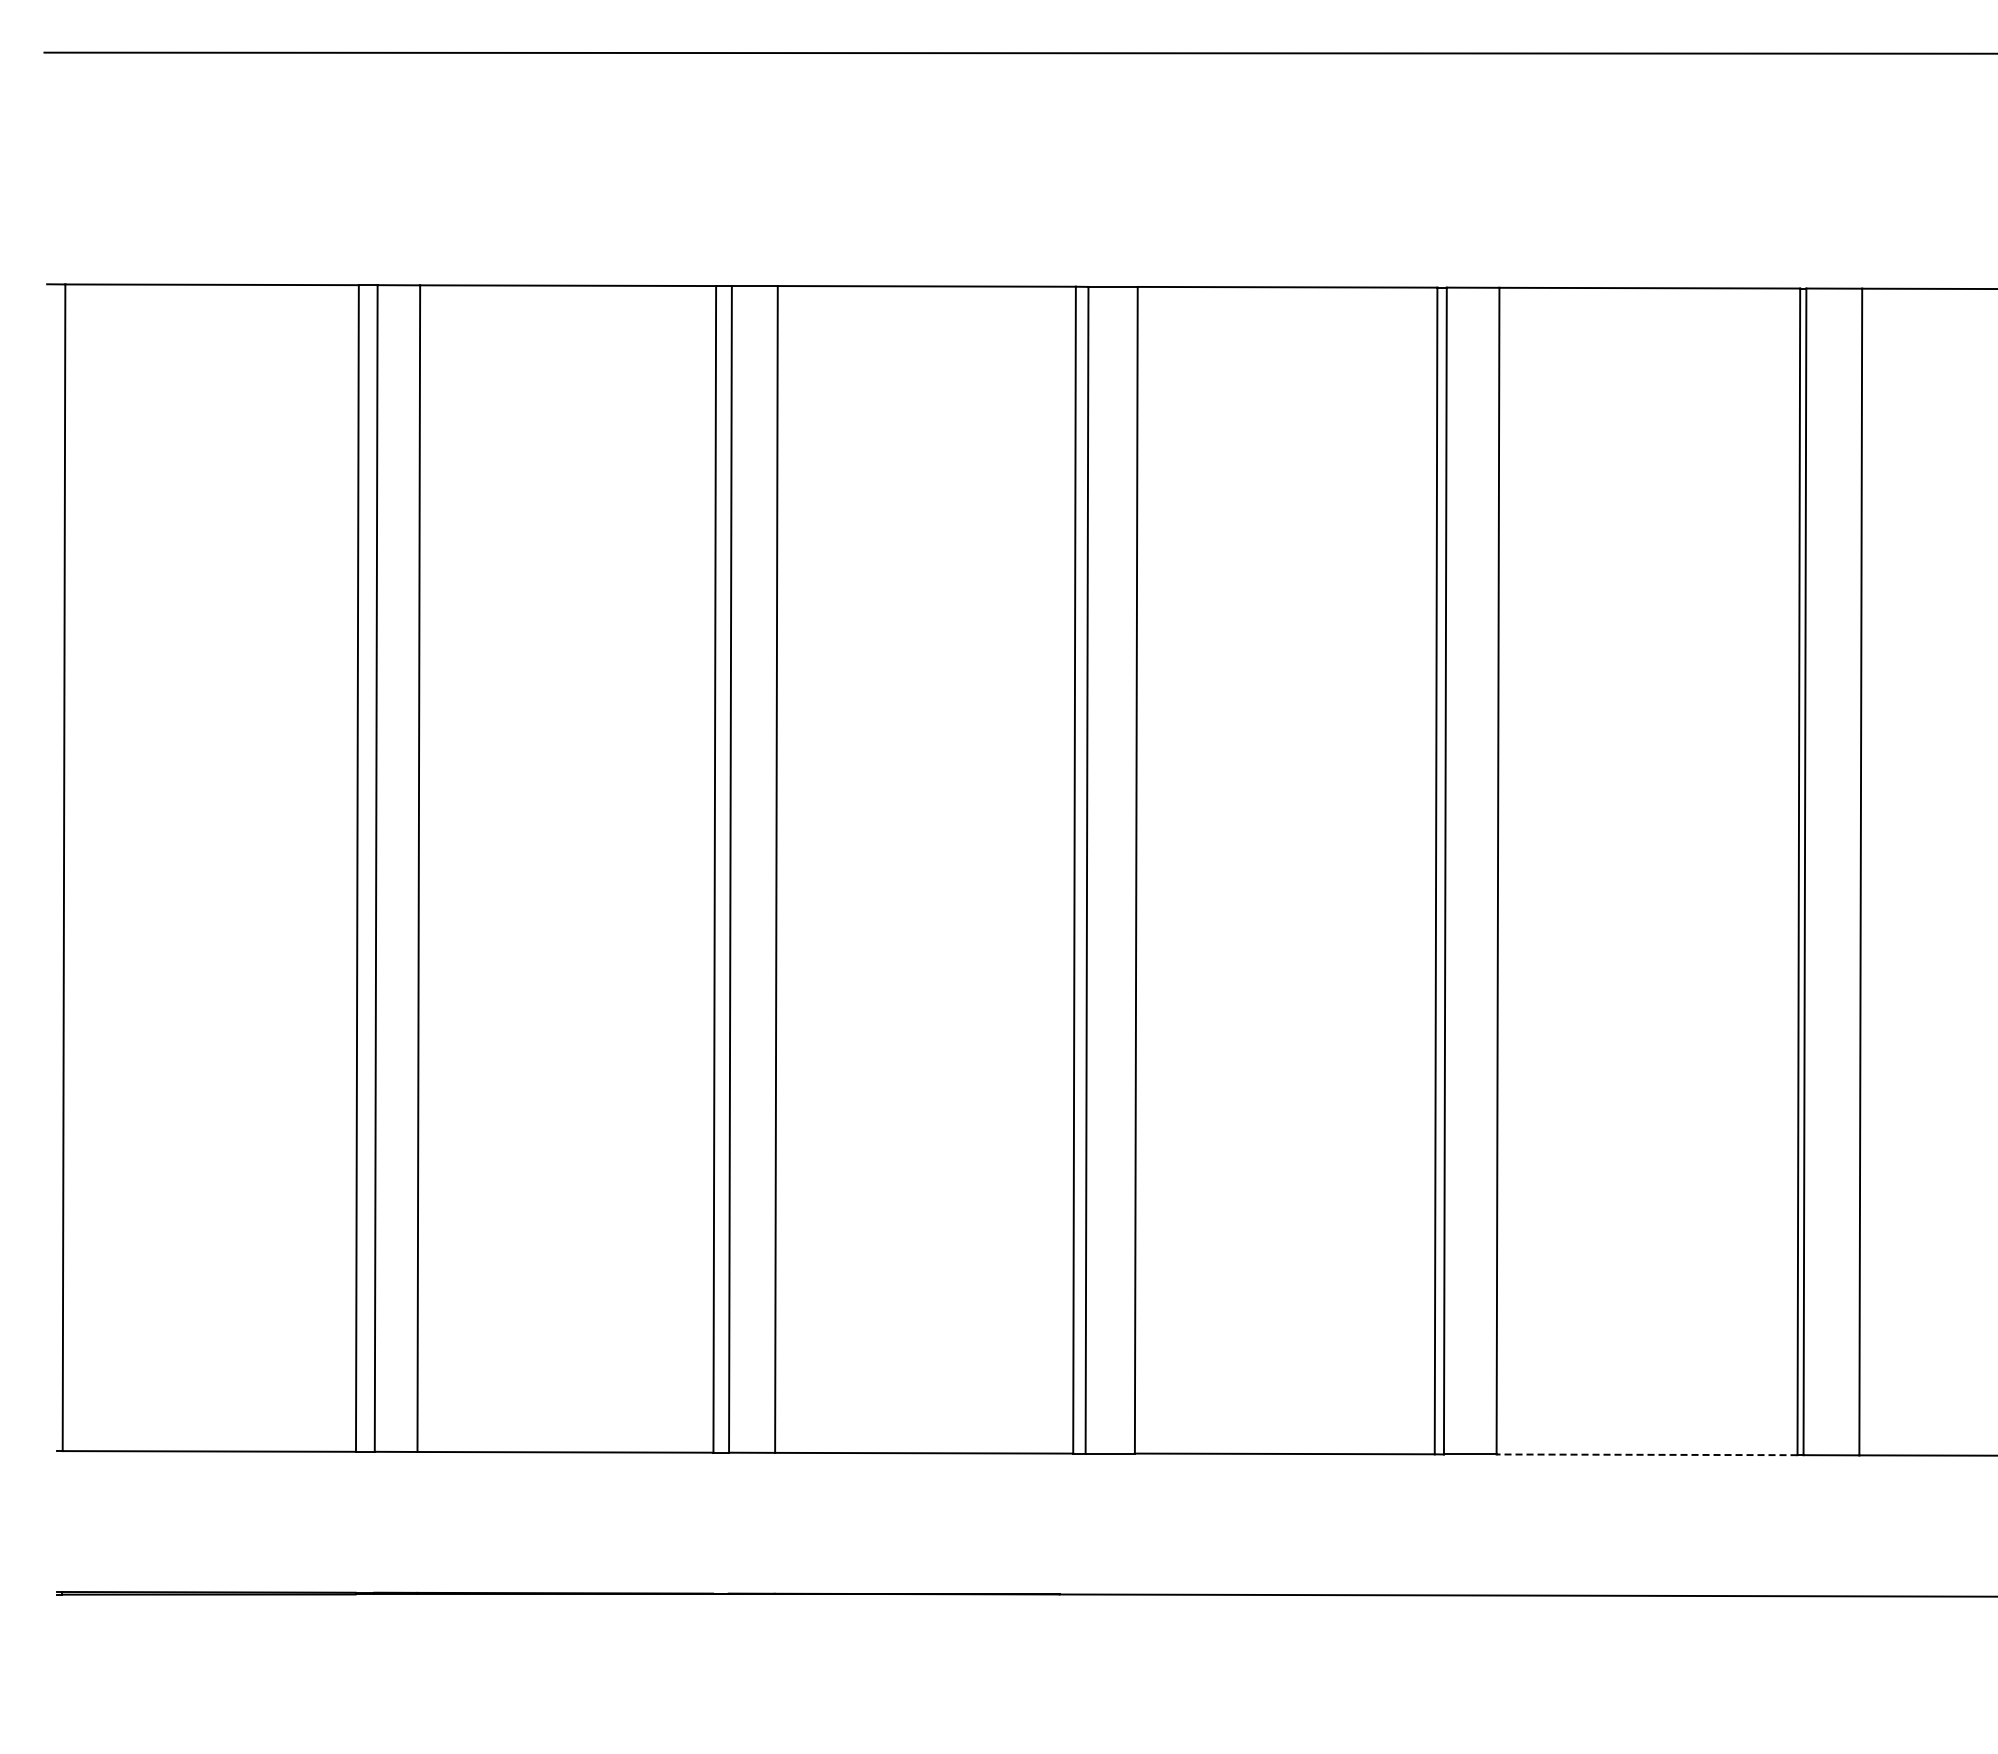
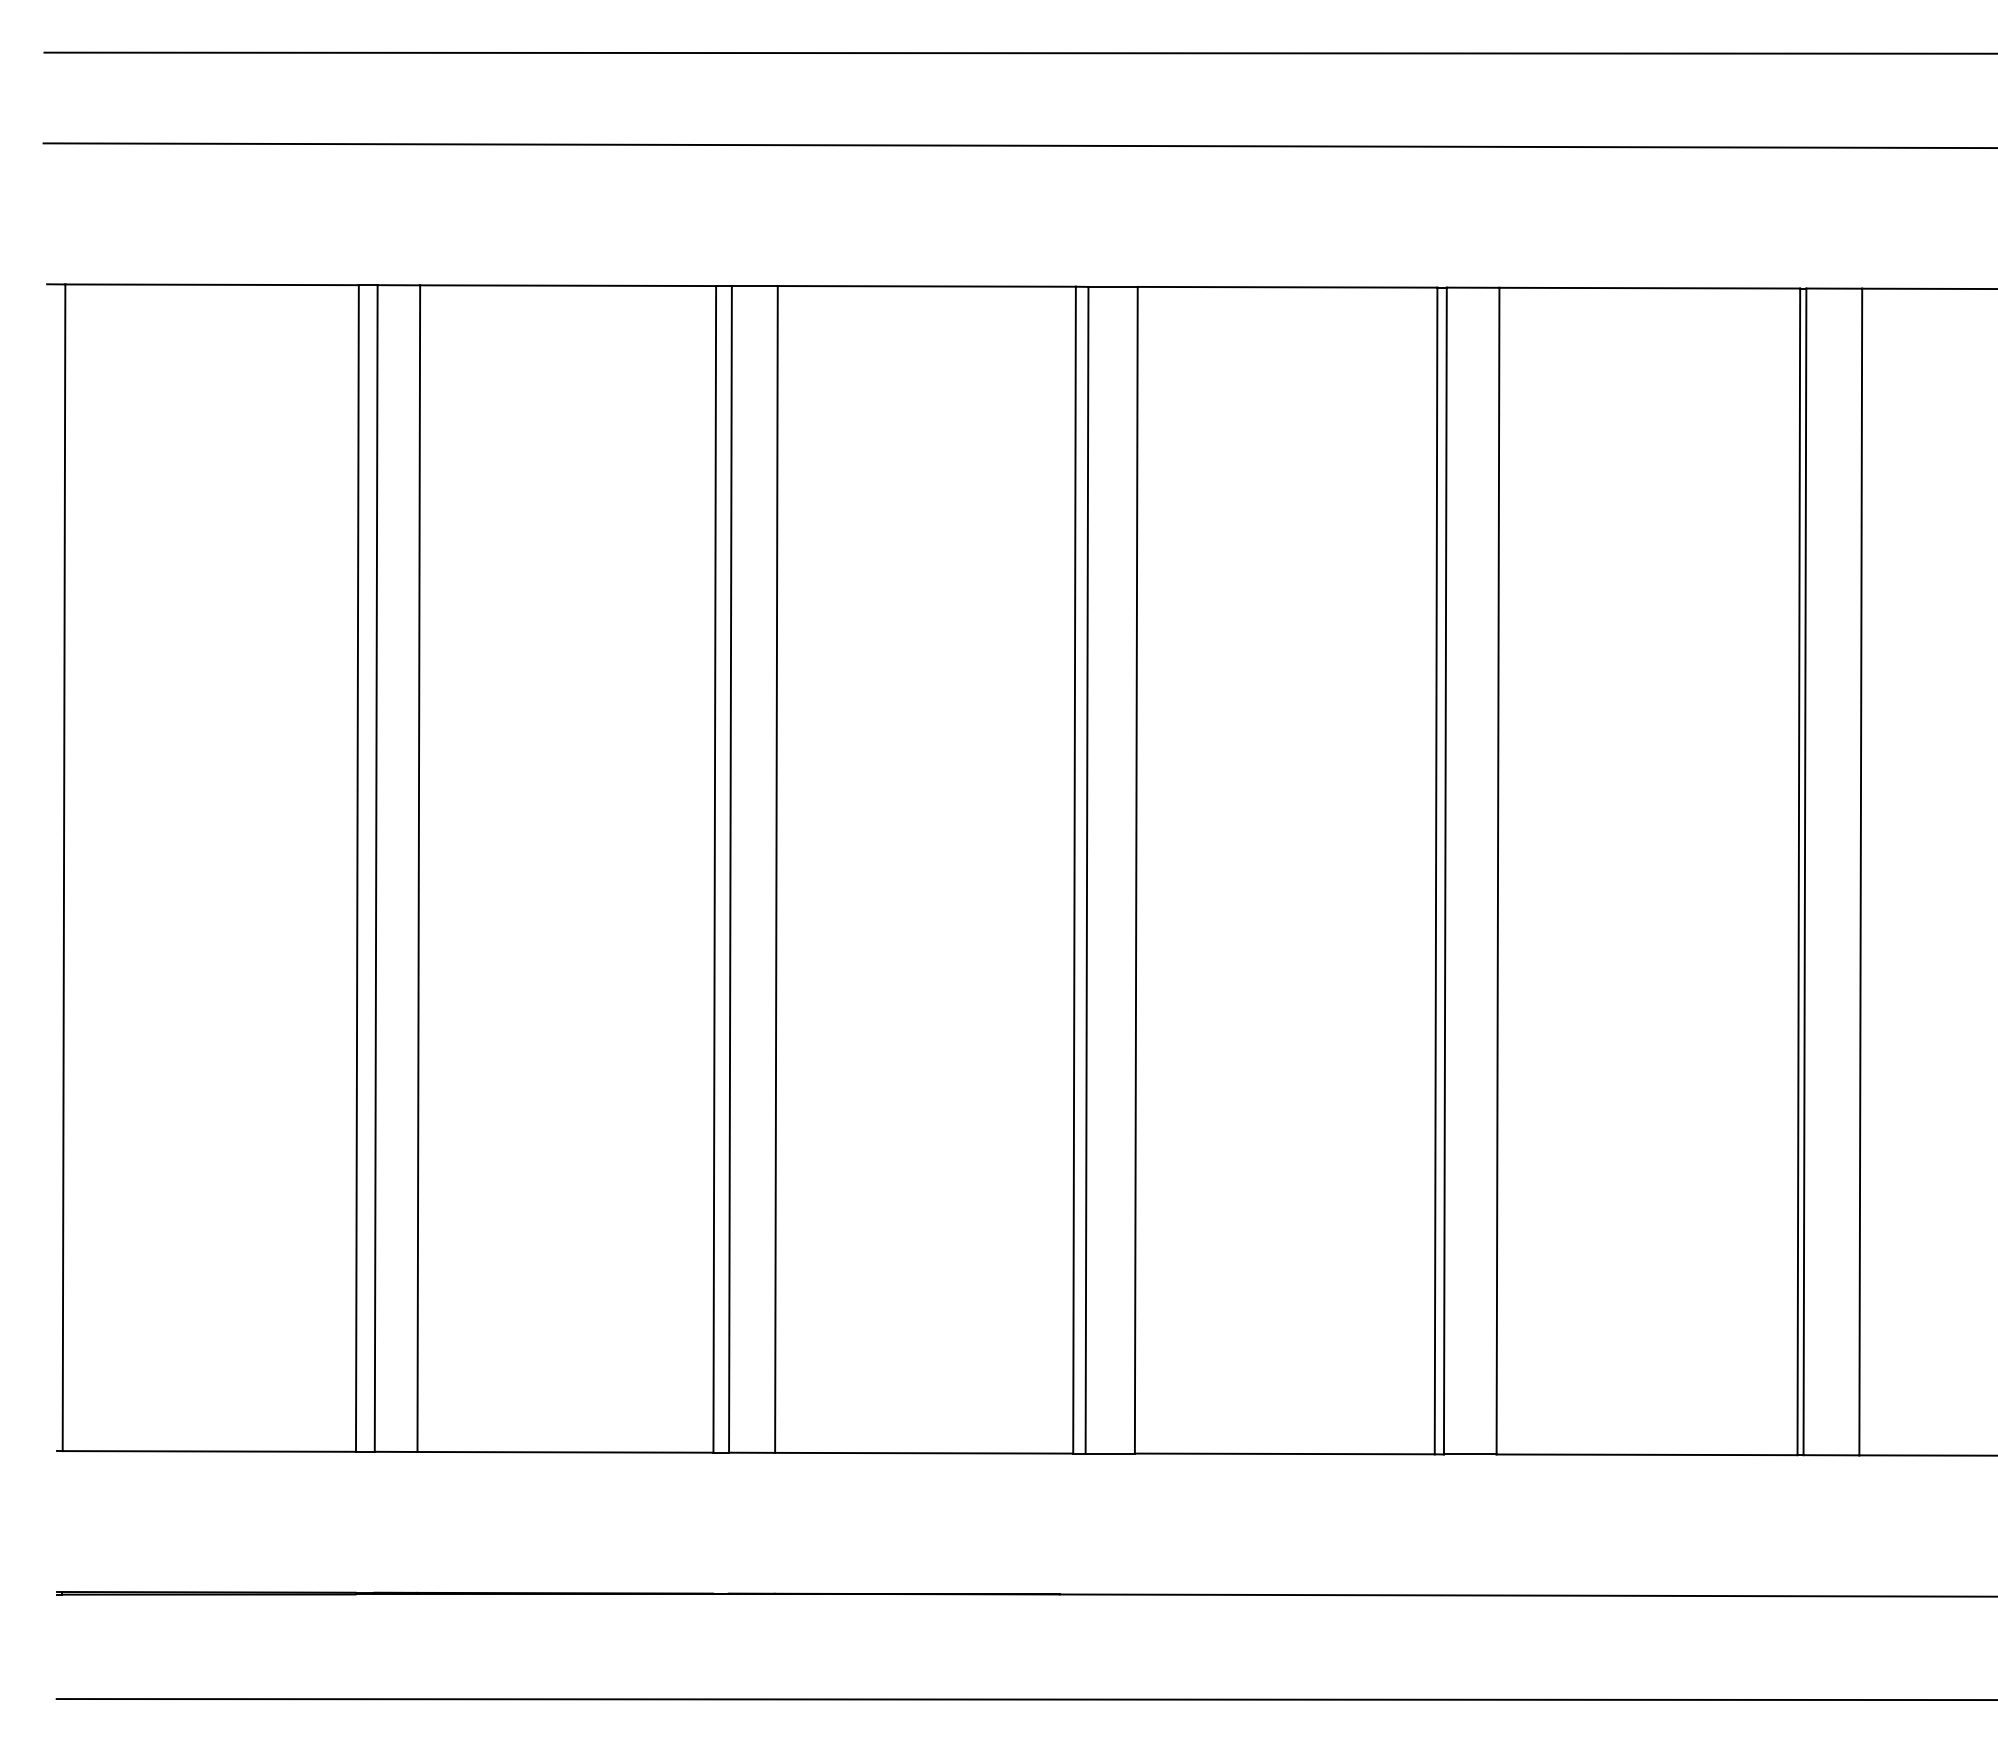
line at (1018, 145): none -> present
line at (1646, 1454): dashed -> solid
line at (1025, 1699): none -> present
